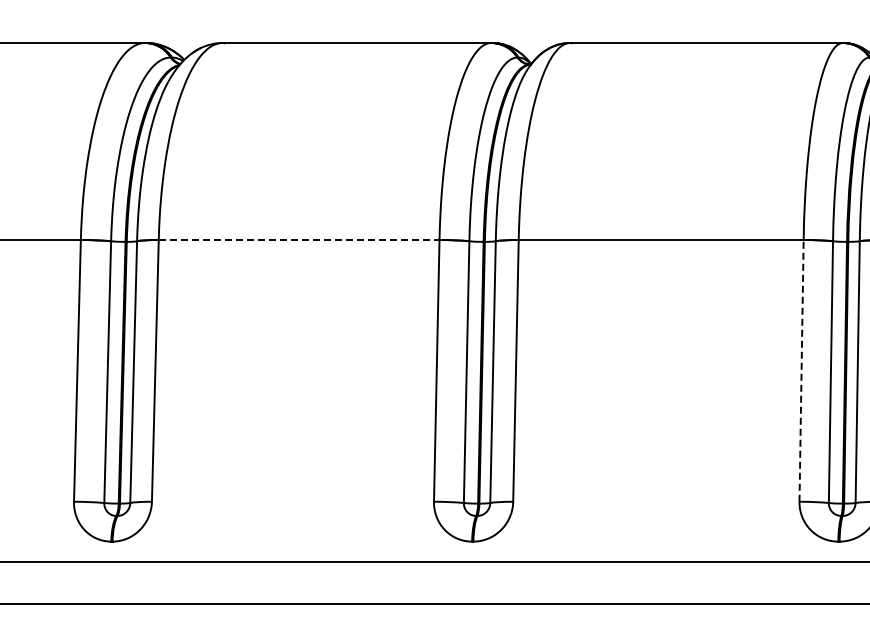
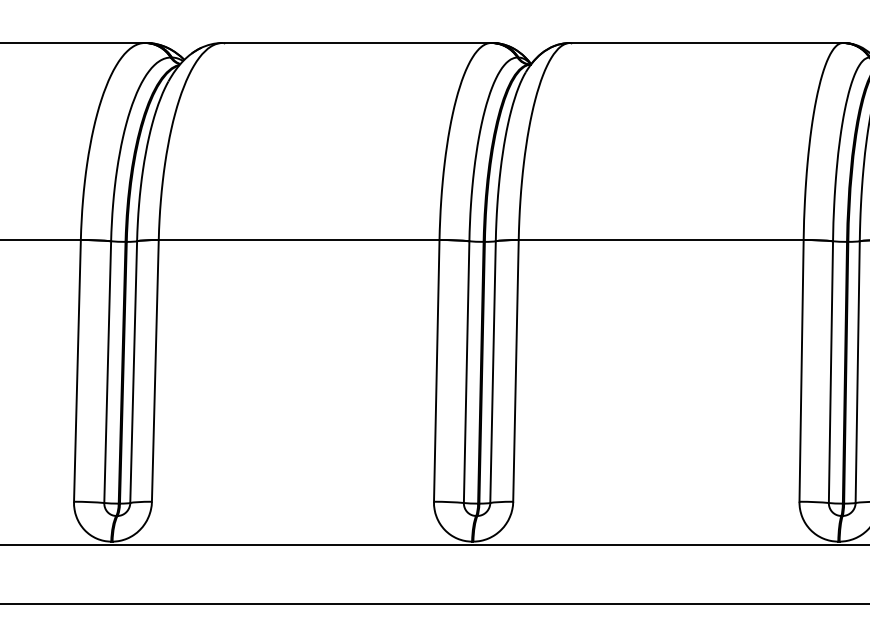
line at (299, 240): dashed -> solid
line at (801, 370): dashed -> solid
line at (434, 562) position: (434, 562) -> (434, 545)
